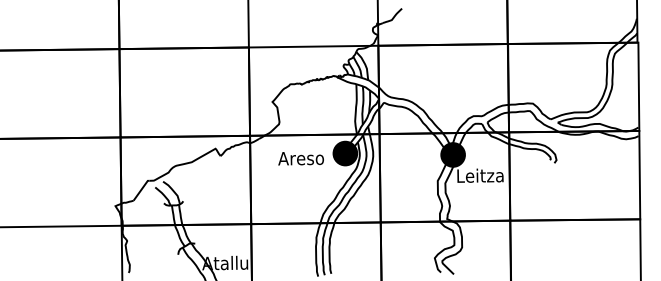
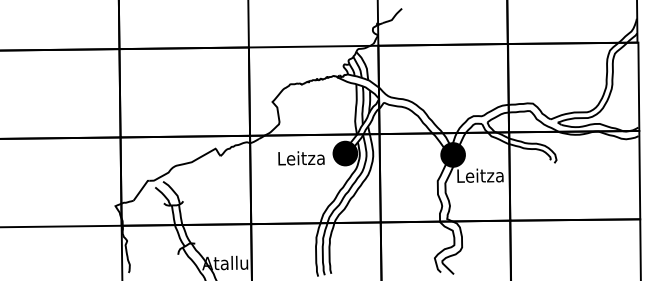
text at (301, 158): Areso -> Leitza
